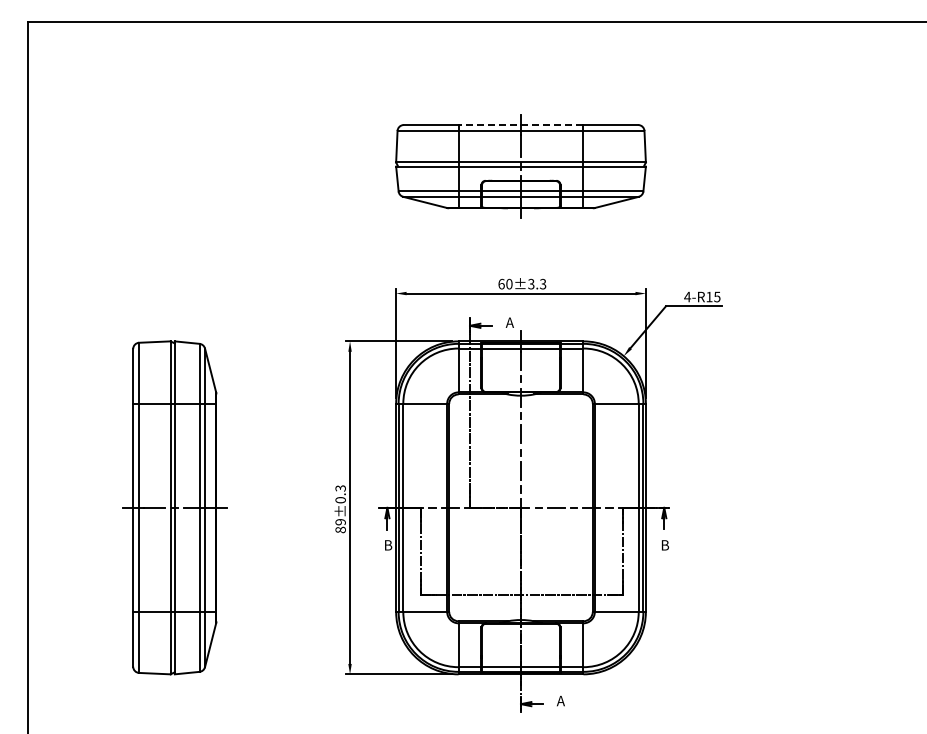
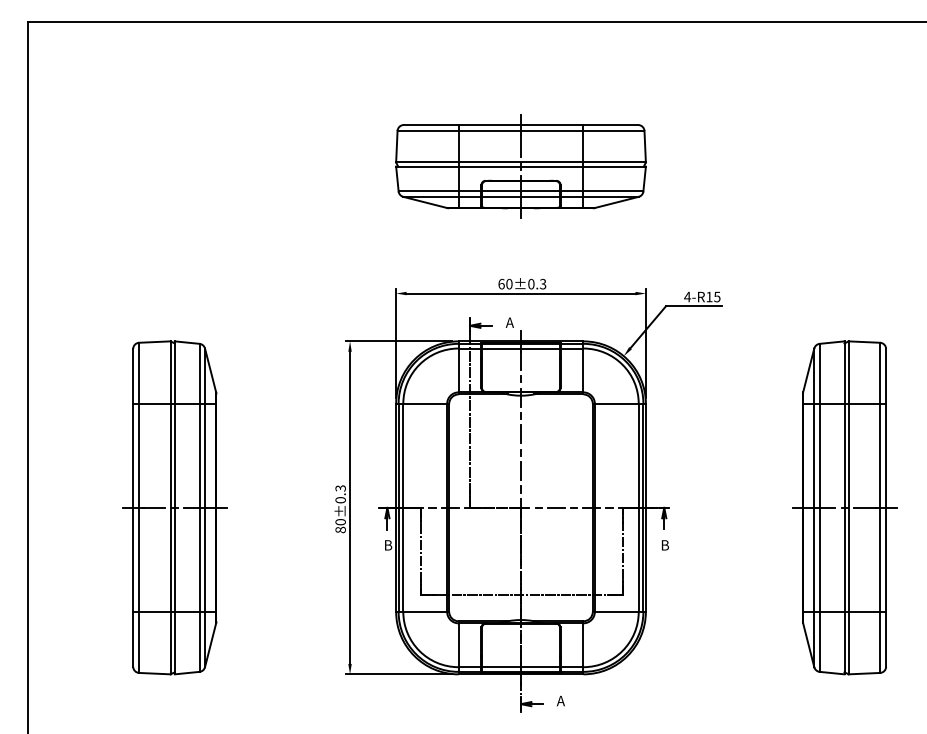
line at (520, 125): dashed -> solid
text at (531, 284): 60±3.3 -> 60±0.3
part at (844, 507): none -> present
text at (340, 522): 89±0.3 -> 80±0.3
